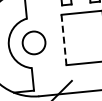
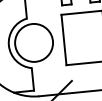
line at (64, 40): dashed -> solid
circle at (33, 42) diameter: 23 px -> 38 px
